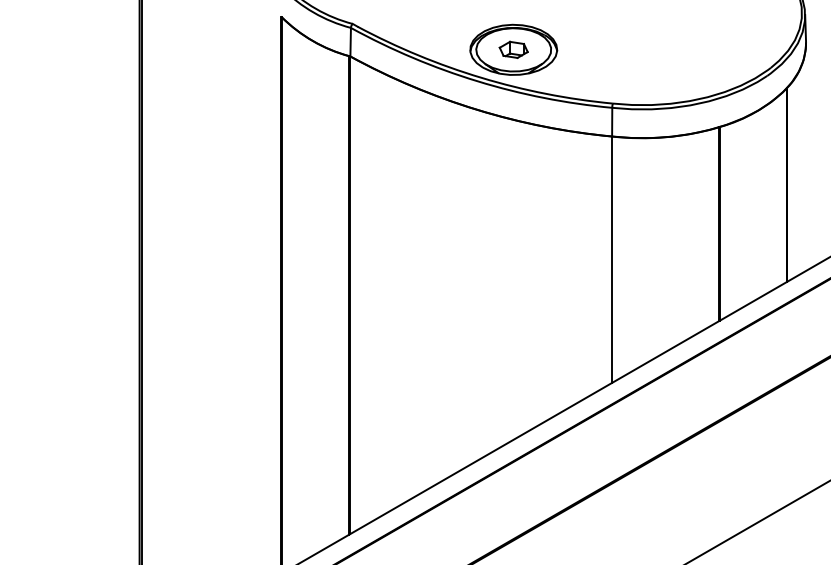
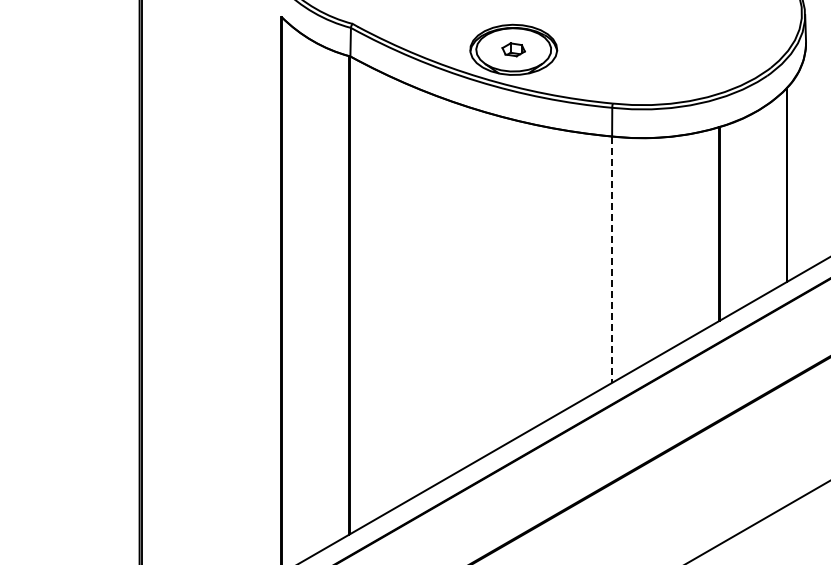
part at (513, 49) size: 31x19 px -> 25x16 px
line at (612, 260): solid -> dashed
